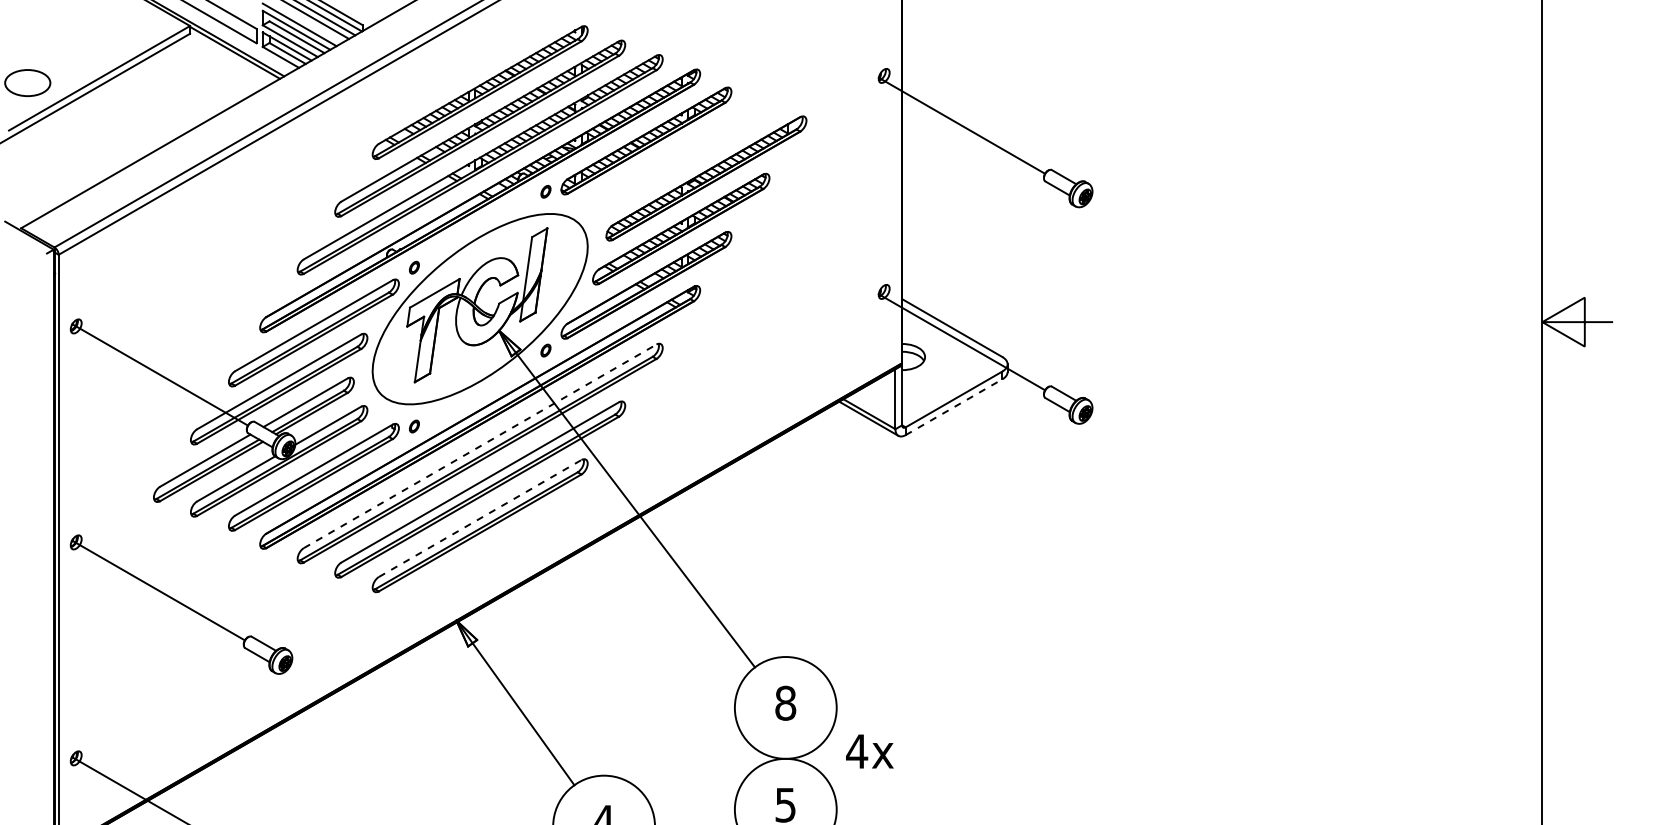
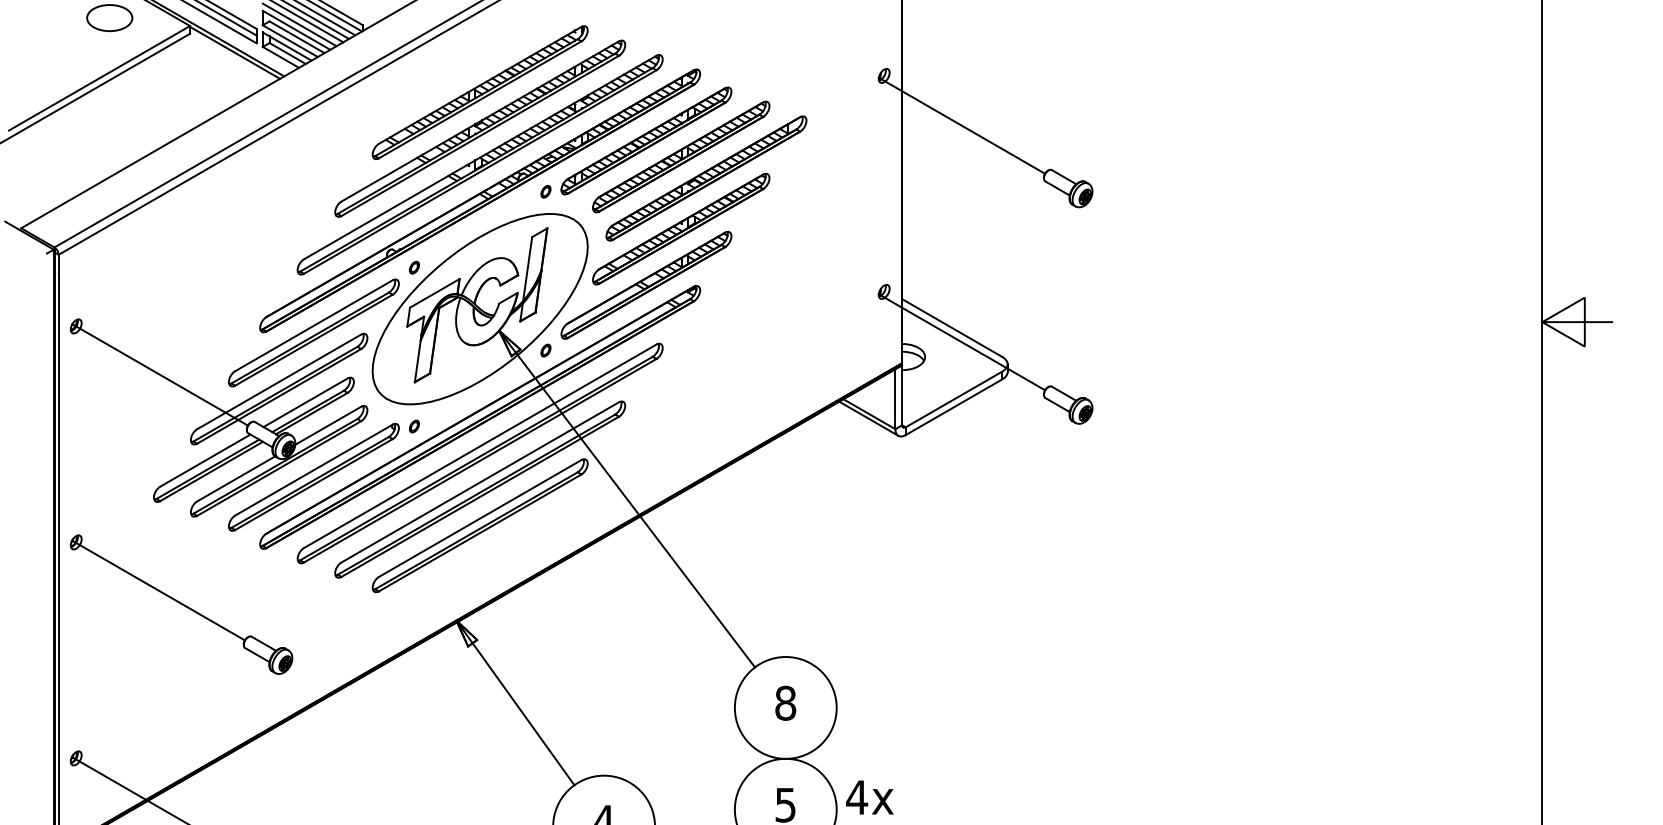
line at (227, 18): none -> present
line at (308, 22): none -> present
part at (27, 82) position: (27, 82) -> (109, 17)
part at (681, 156): none -> present
line at (954, 407): dashed -> solid
line at (480, 446): dashed -> solid
line at (480, 518): dashed -> solid
text at (869, 751) position: (869, 751) -> (869, 797)
